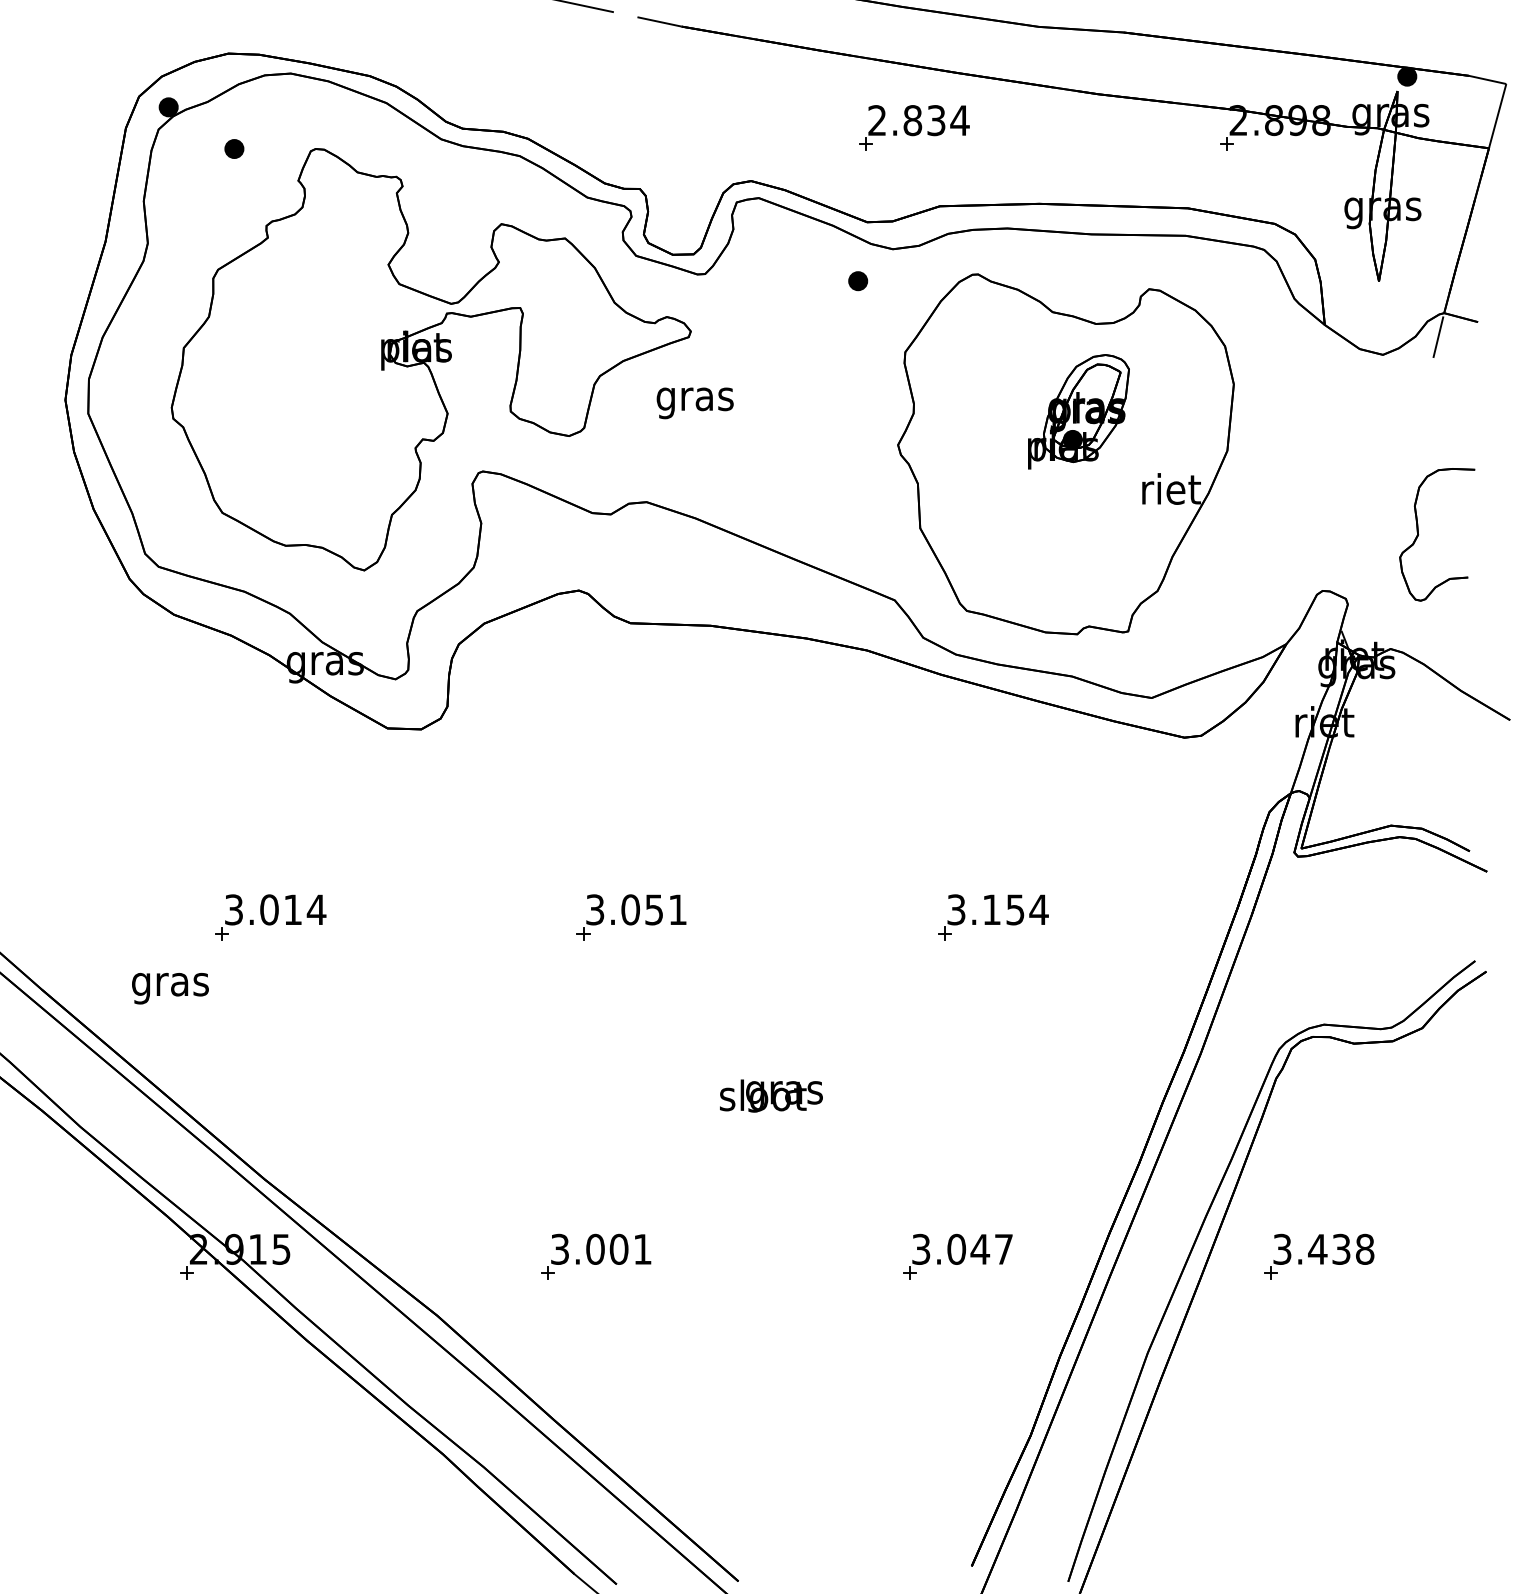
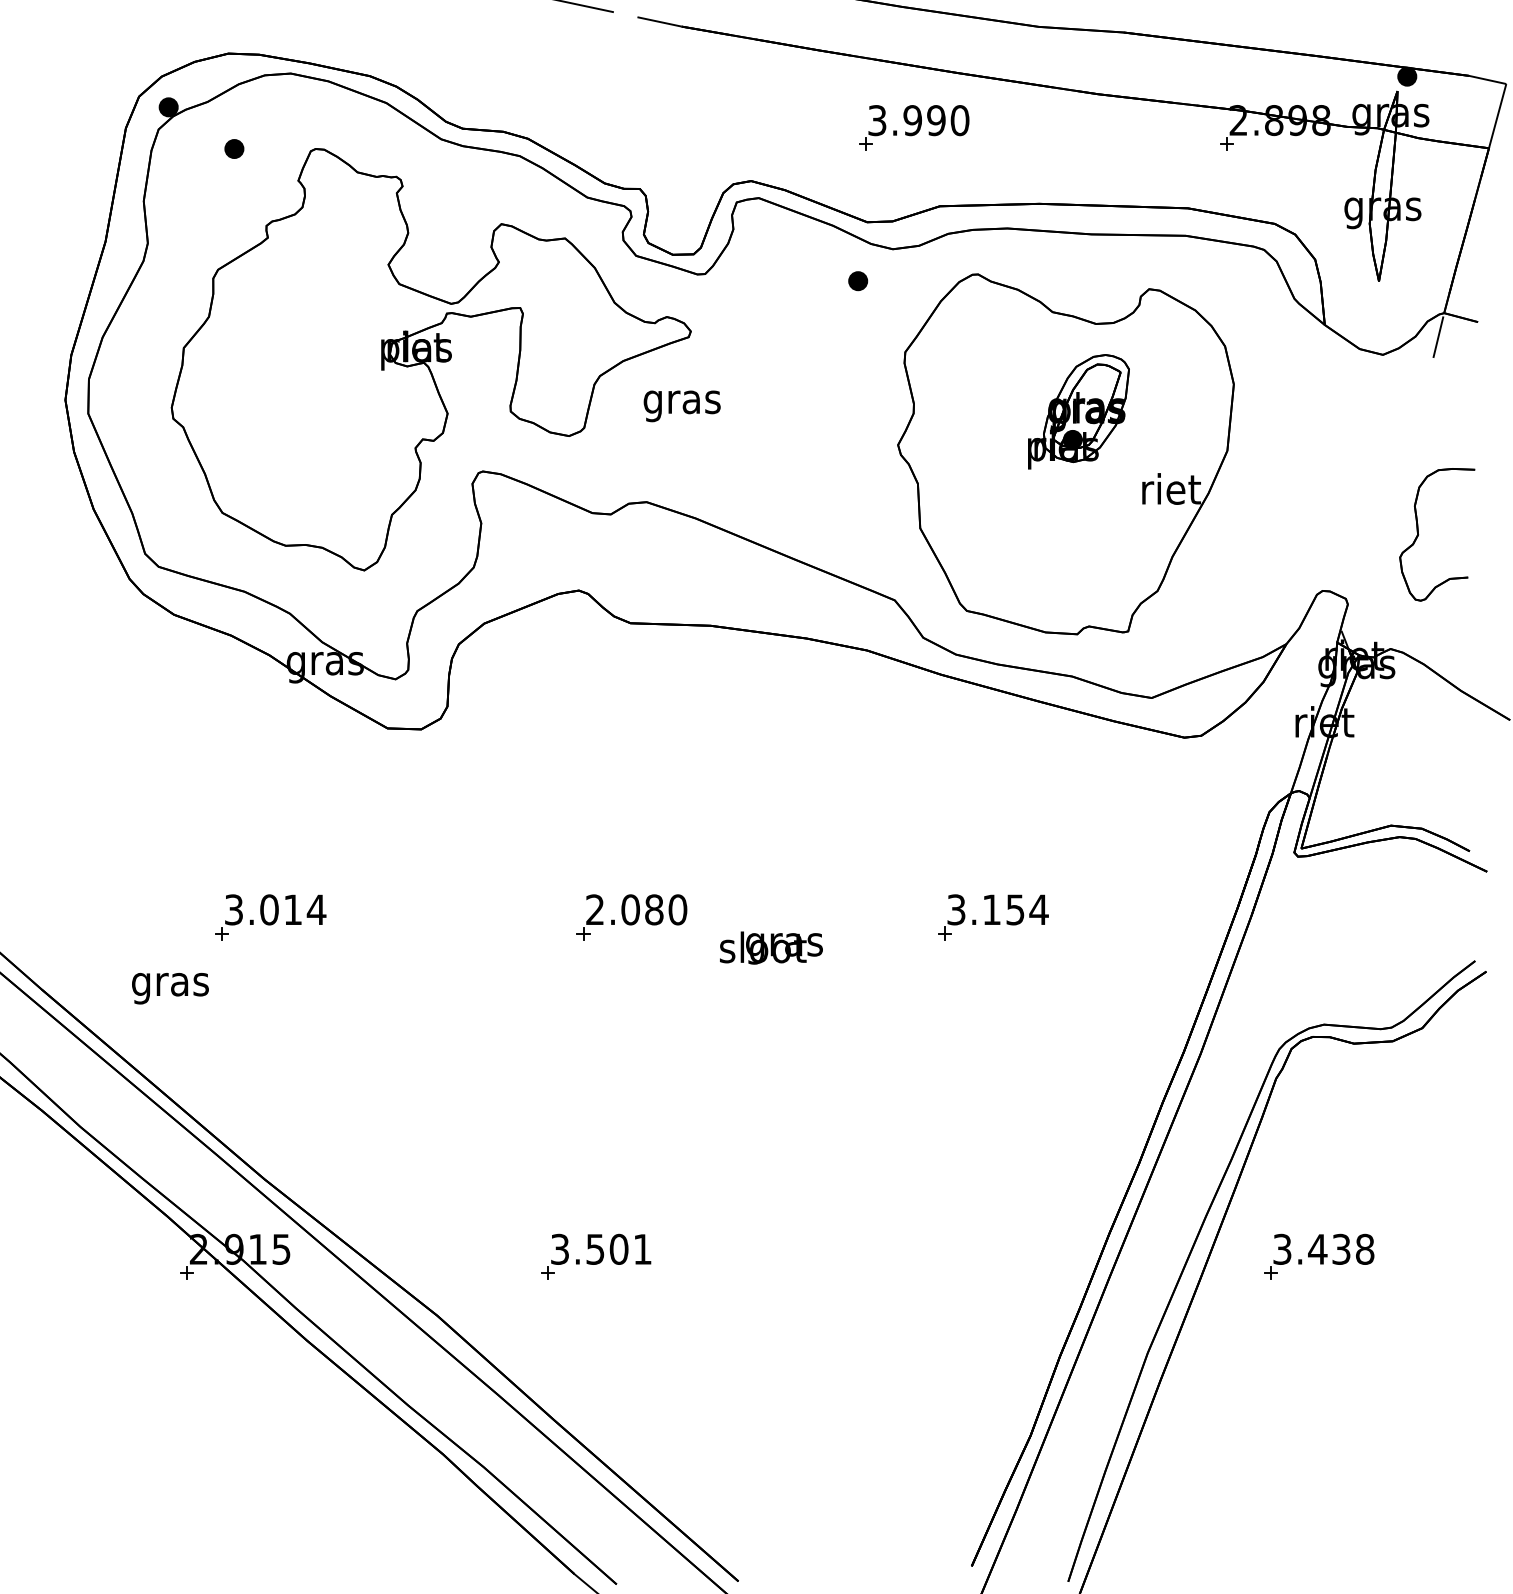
text at (918, 120): 2.834 -> 3.990
text at (694, 403) position: (694, 403) -> (681, 406)
text at (636, 909): 3.051 -> 2.080
text at (771, 1095) position: (771, 1095) -> (771, 947)
text at (595, 1248): 3.001 -> 3.501
part at (957, 1256): present -> none
